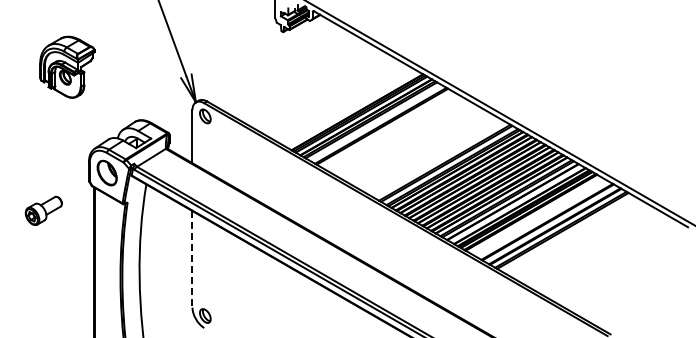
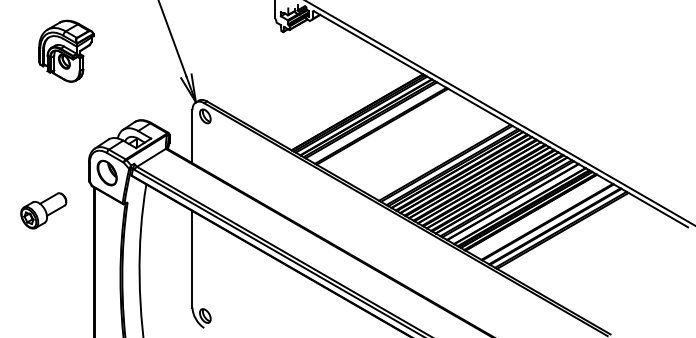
part at (67, 66) position: (67, 66) -> (66, 50)
part at (43, 210) size: 39x31 px -> 48x38 px
line at (192, 259): dashed -> solid
